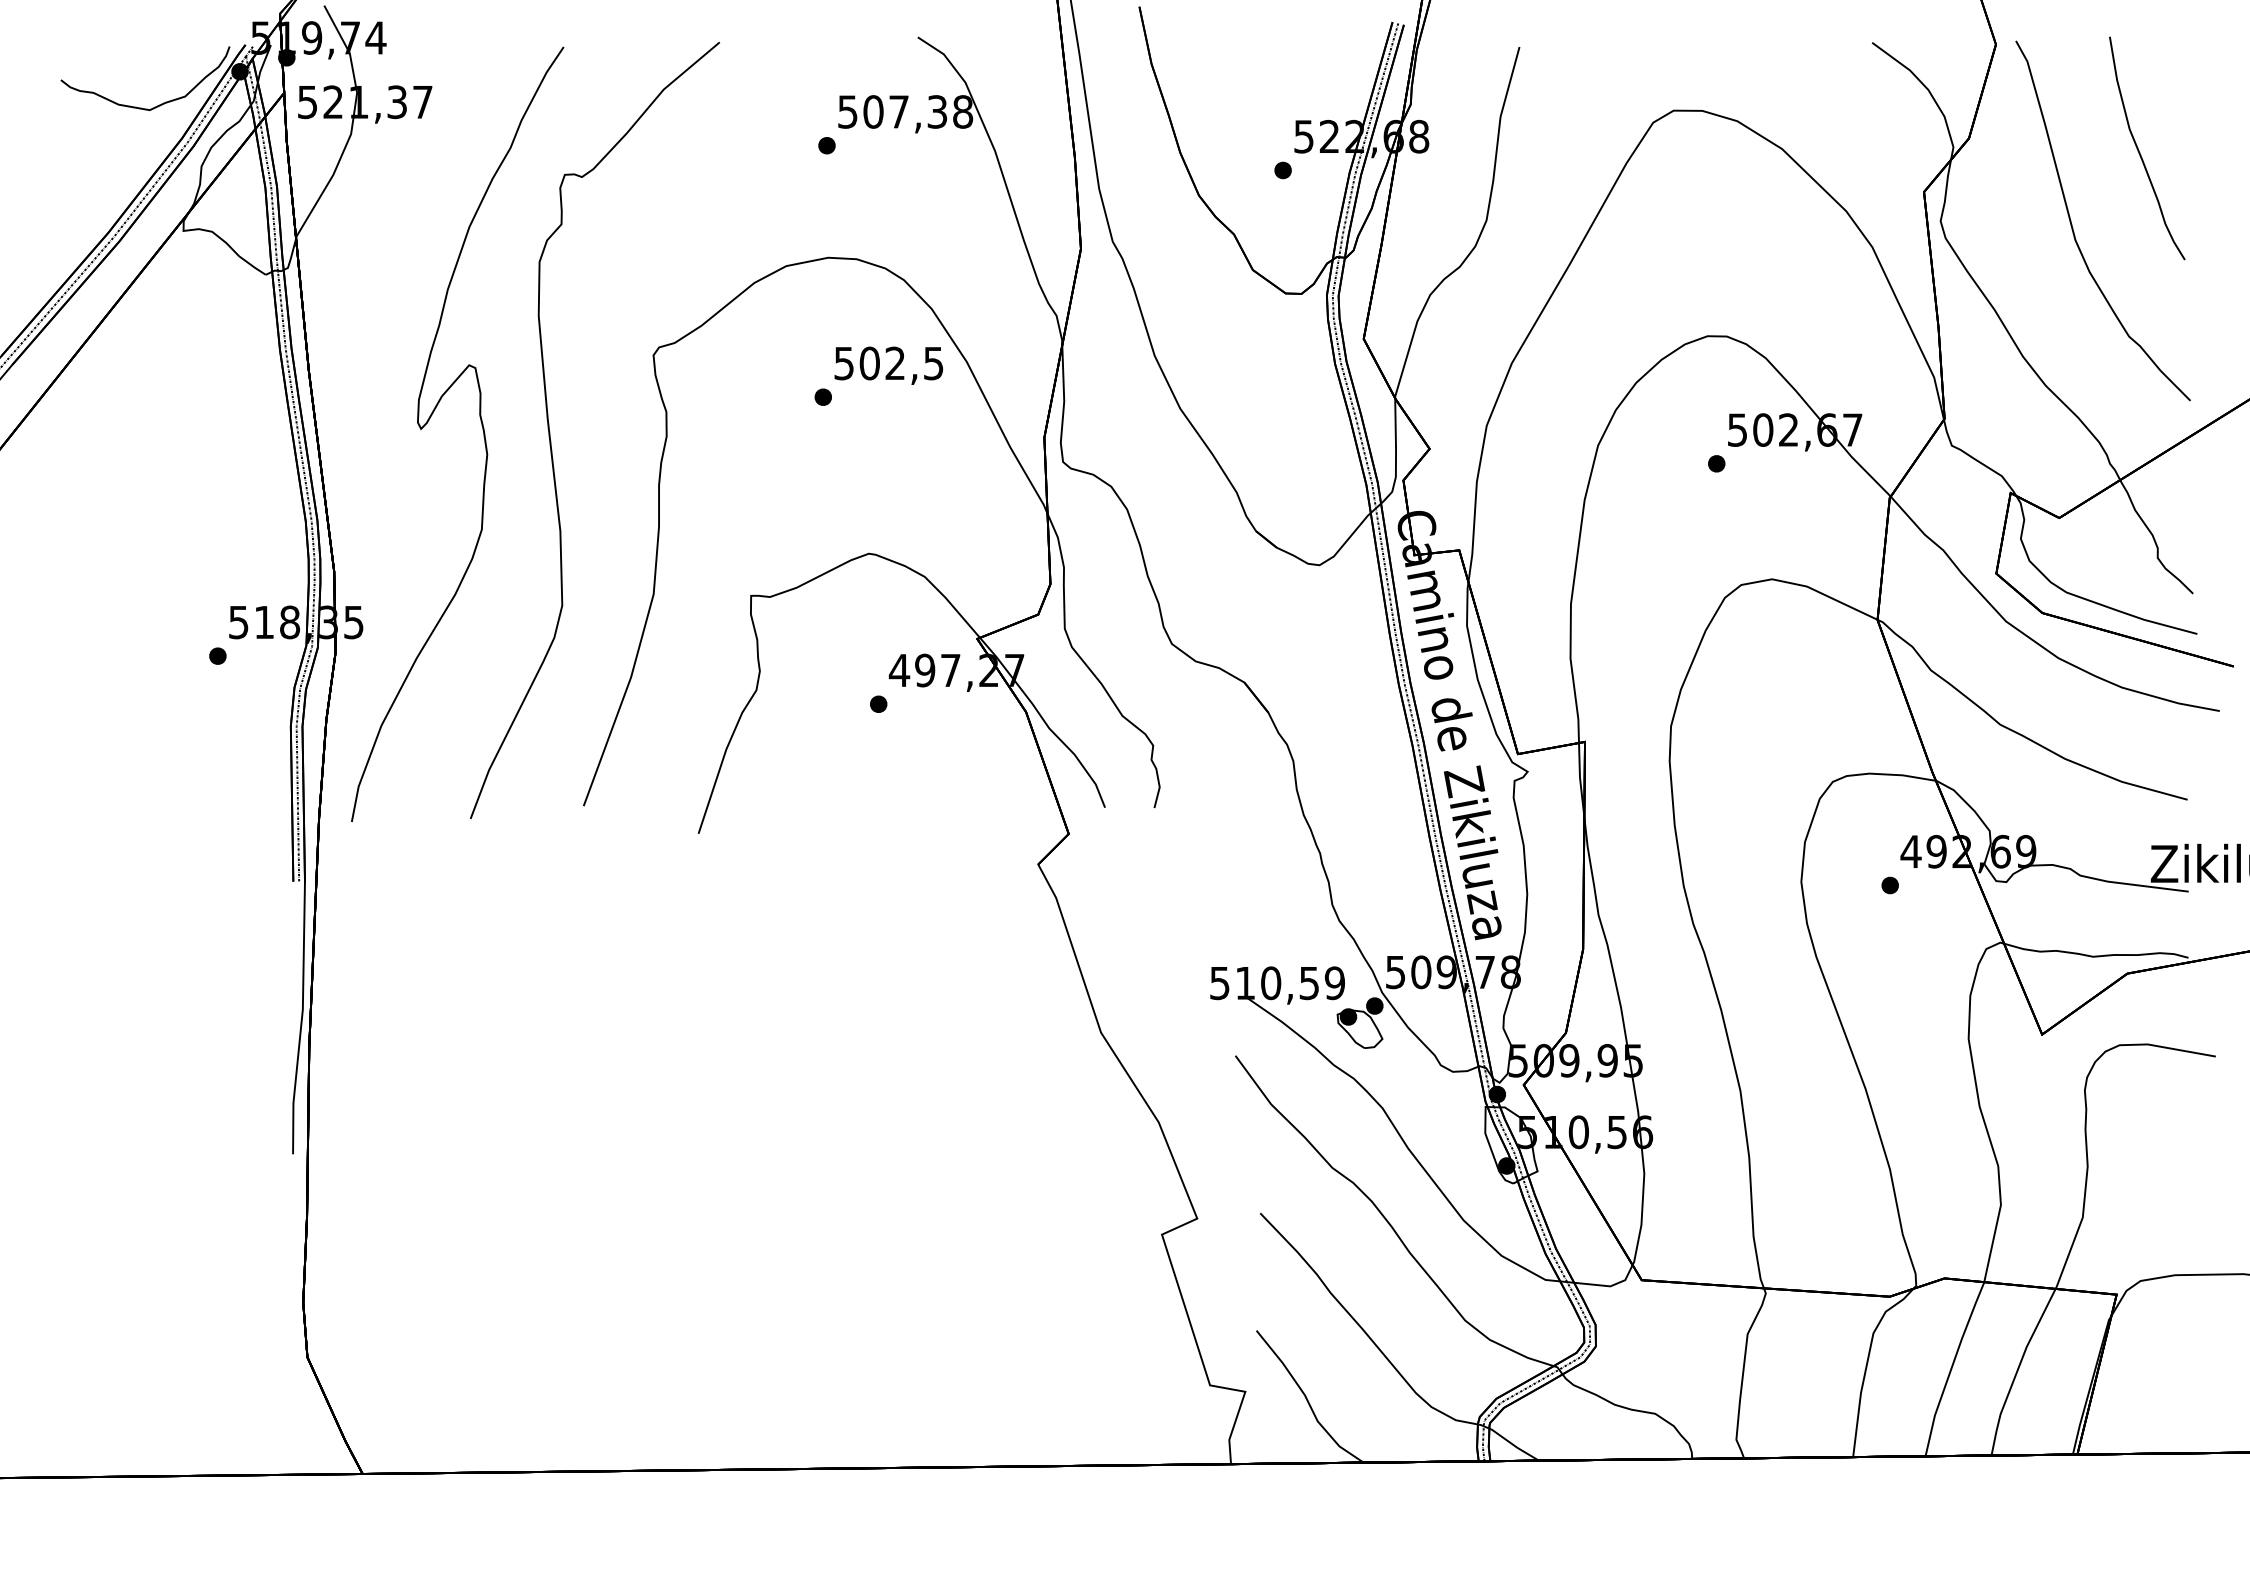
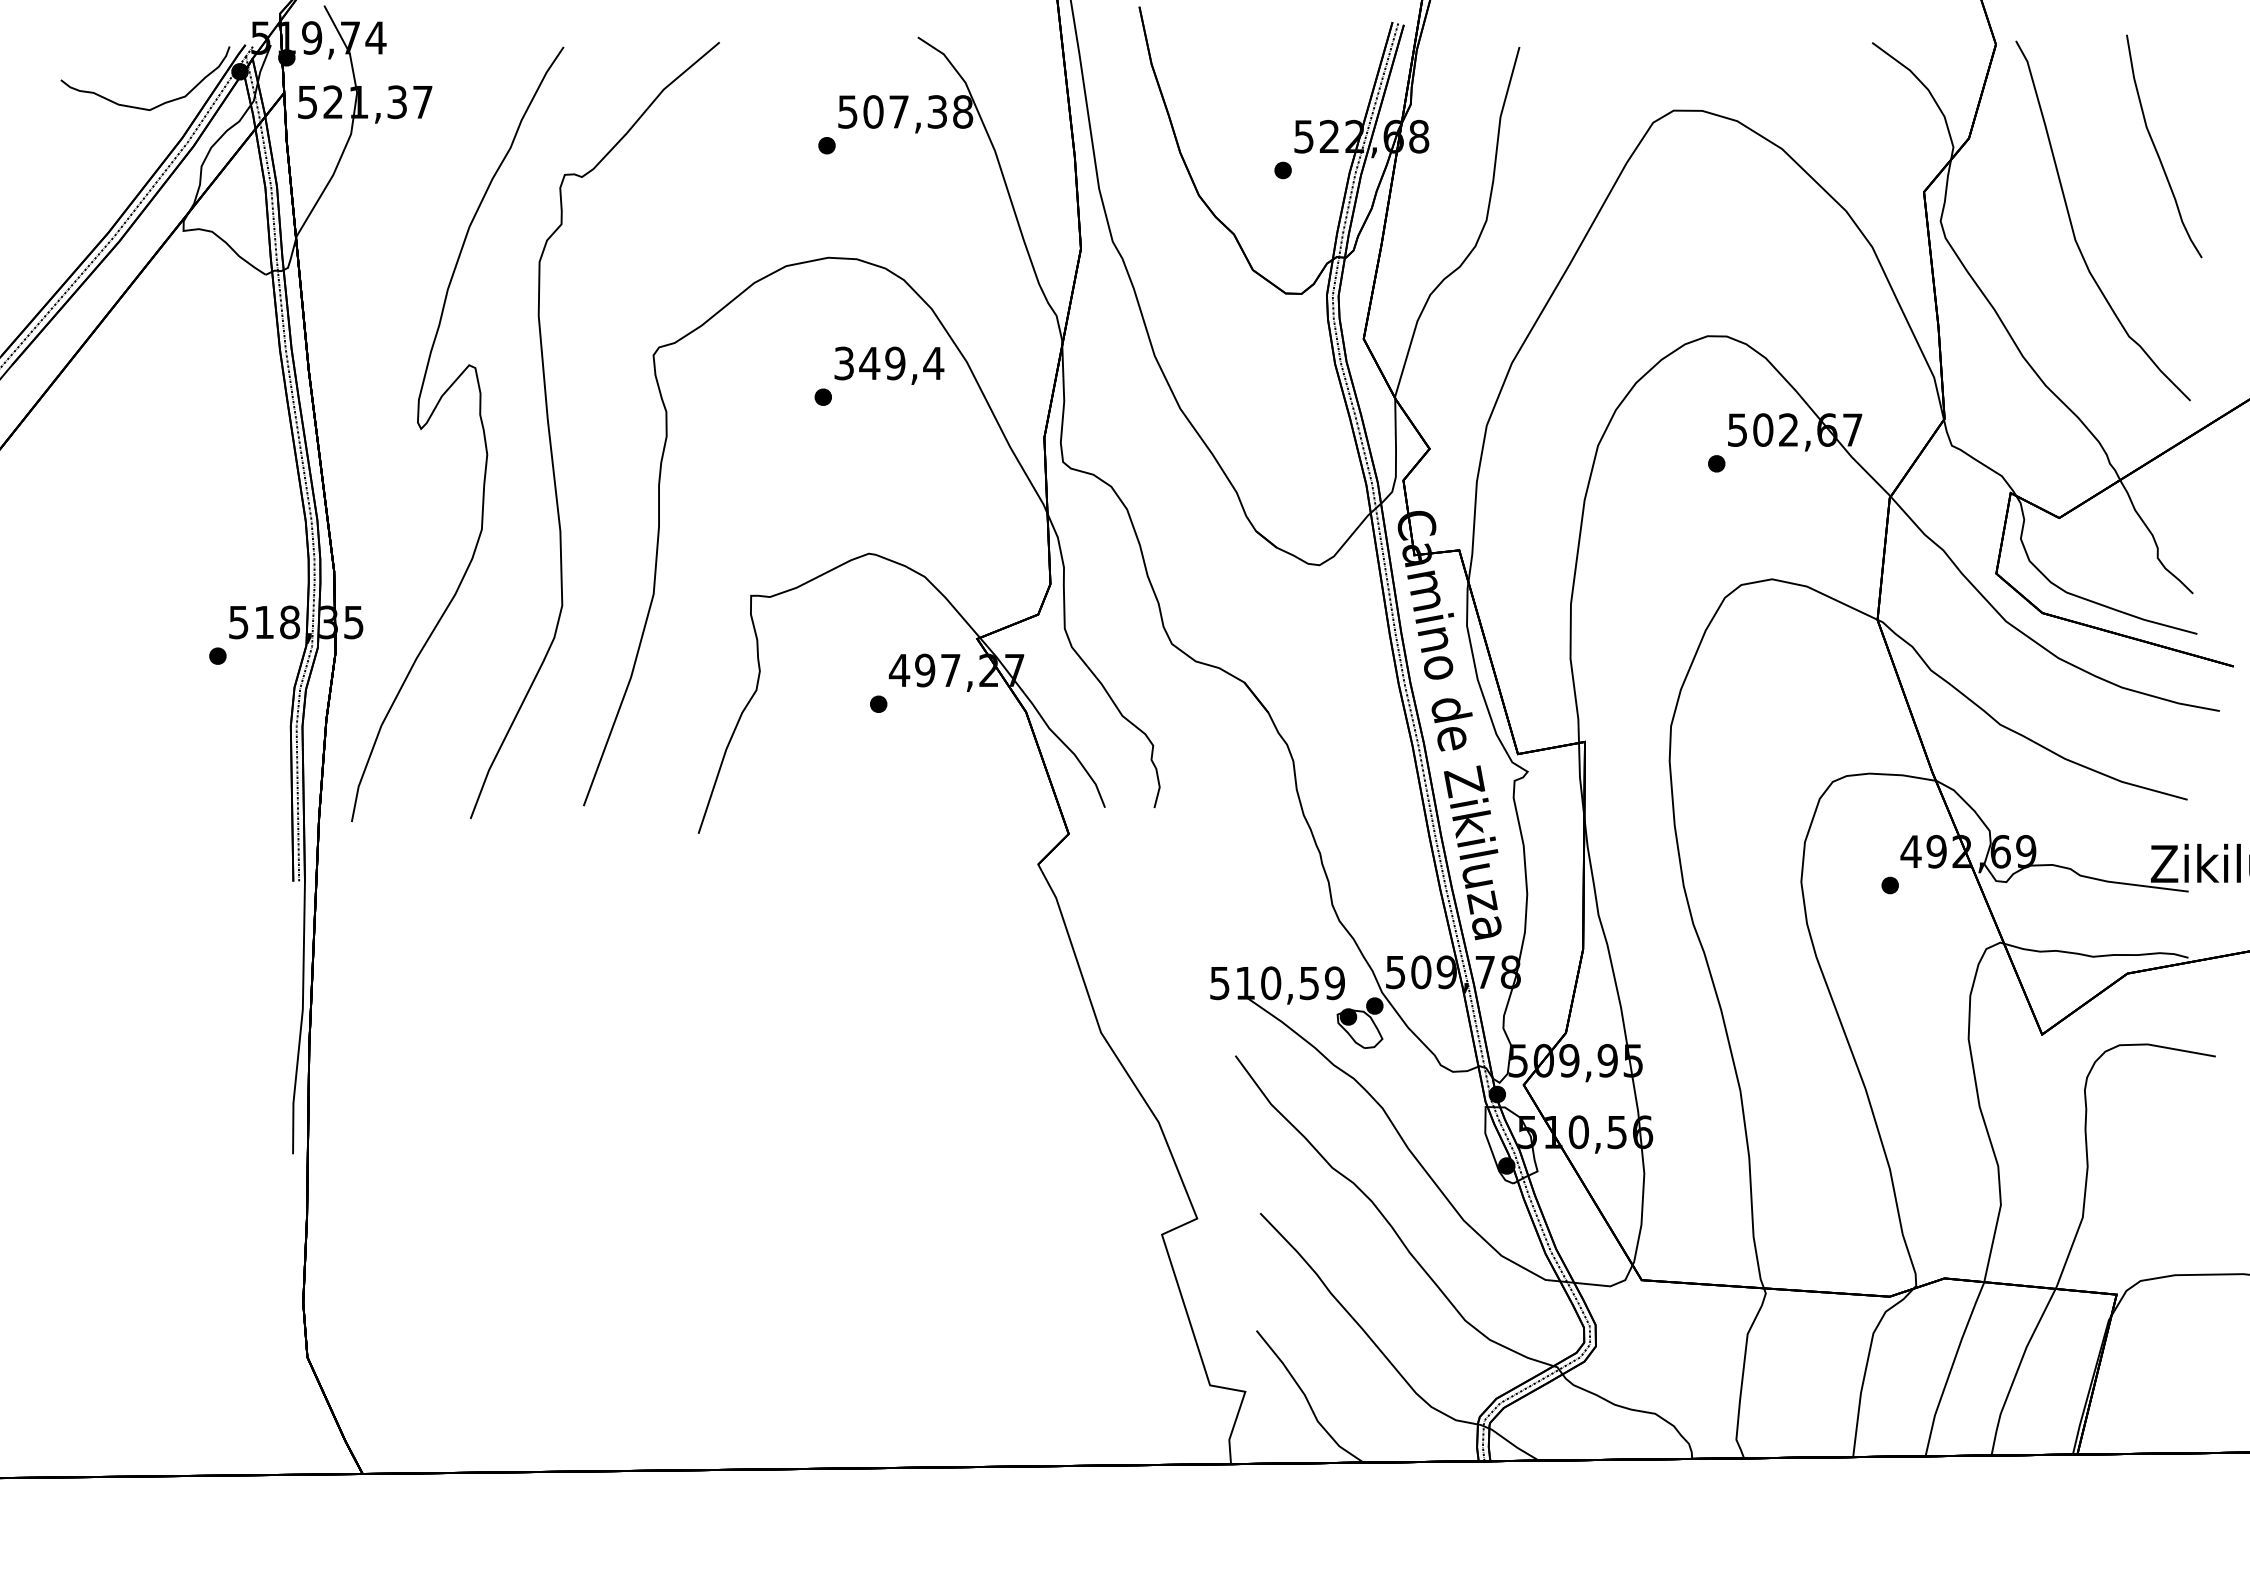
curve at (2140, 152) position: (2140, 152) -> (2157, 150)
text at (889, 363): 502,5 -> 349,4
